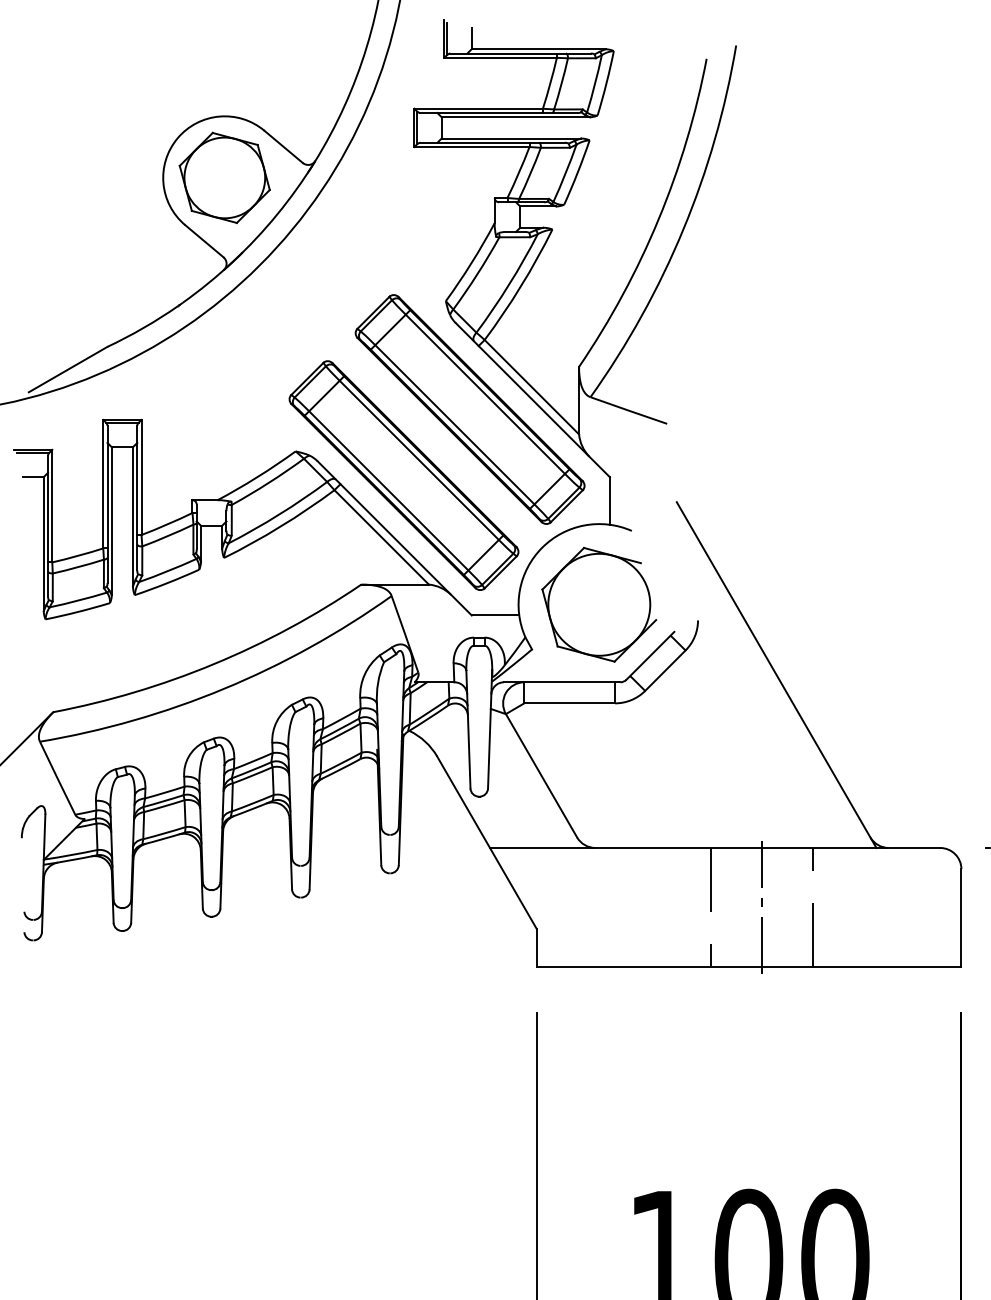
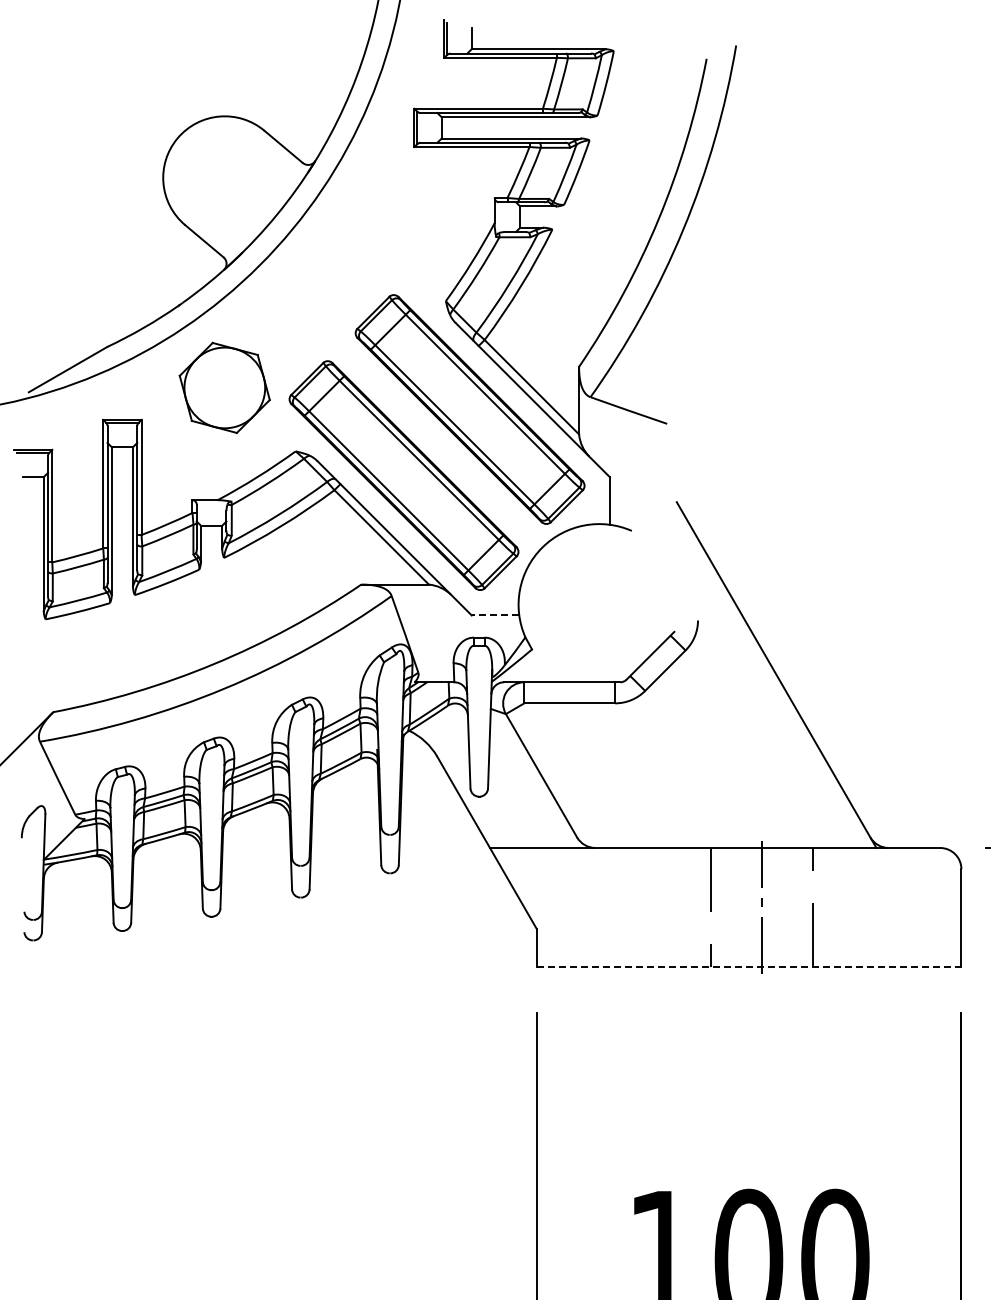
part at (224, 177) position: (224, 177) -> (224, 387)
part at (599, 604): present -> none
line at (495, 615): solid -> dashed
line at (749, 966): solid -> dashed
